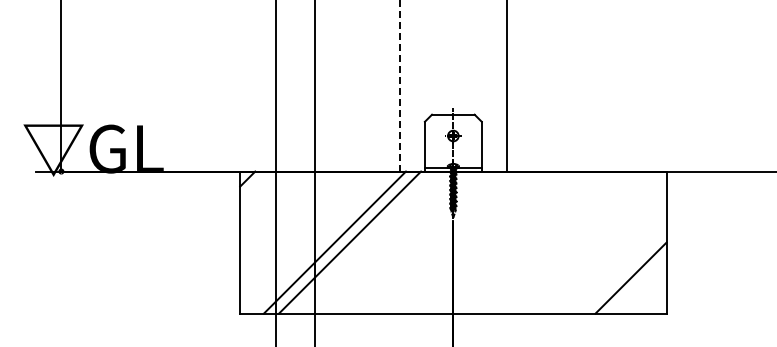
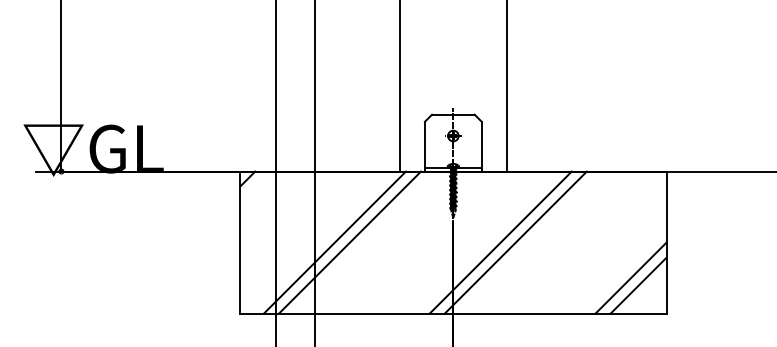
line at (400, 85): dashed -> solid
line at (500, 242): none -> present
line at (515, 242): none -> present
line at (638, 285): none -> present
